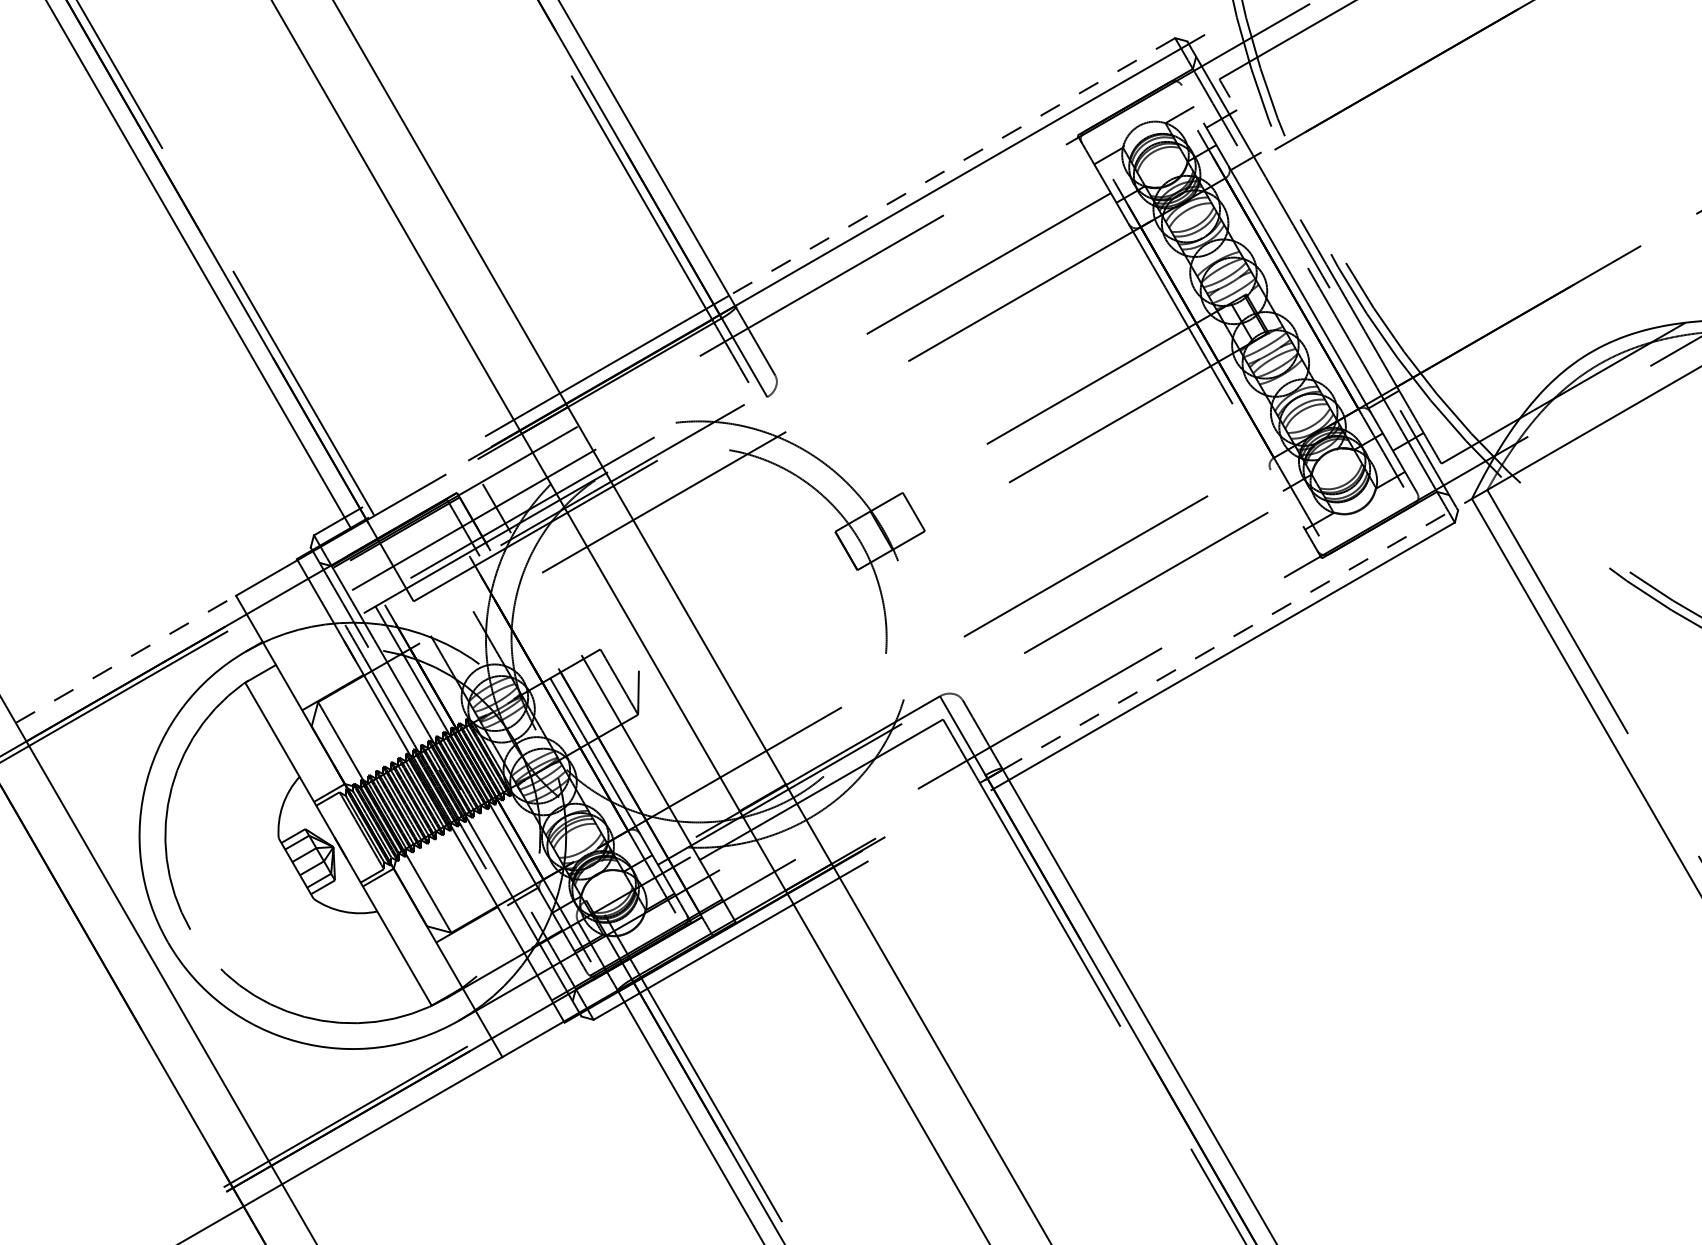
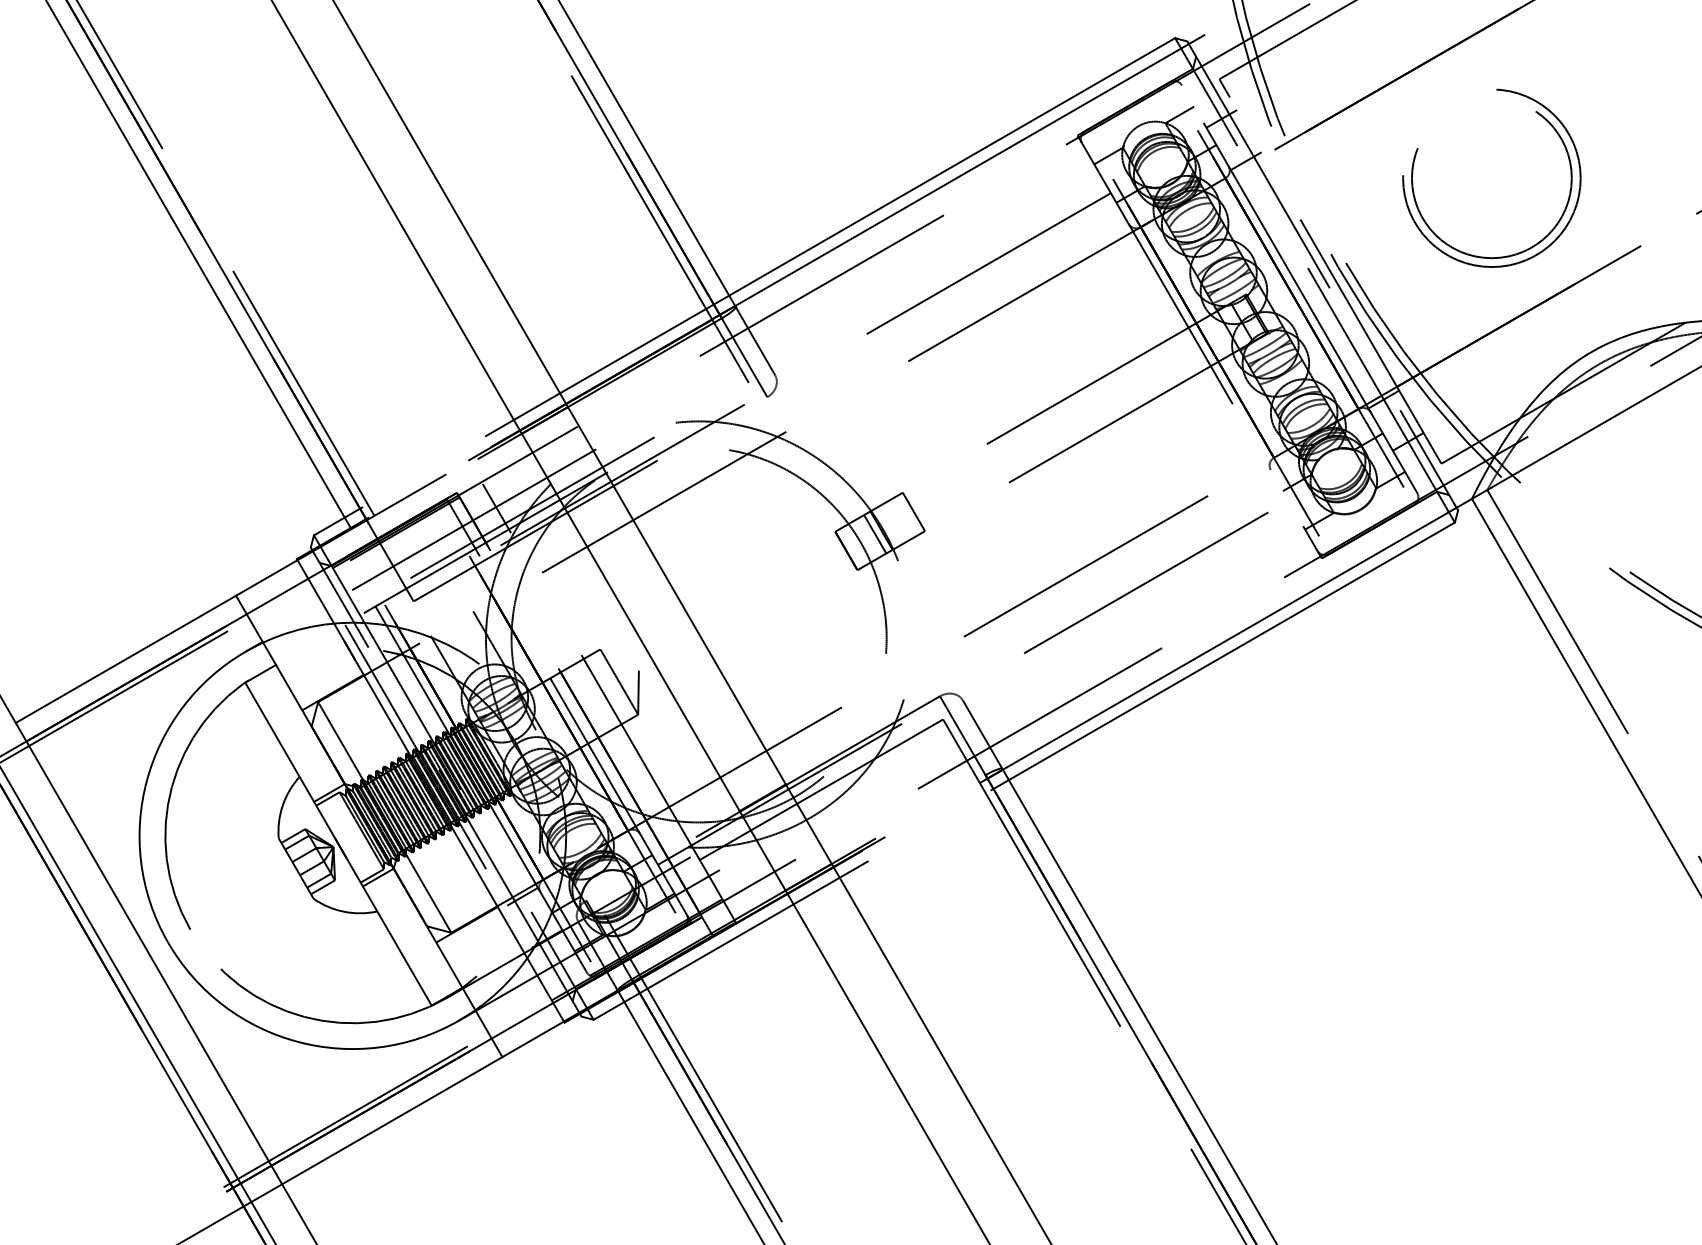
line at (951, 167): dashed -> solid
part at (1413, 174): none -> present
line at (875, 534): none -> present
line at (1237, 634): dashed -> solid
line at (126, 659): dashed -> solid
line at (138, 1005): none -> present
